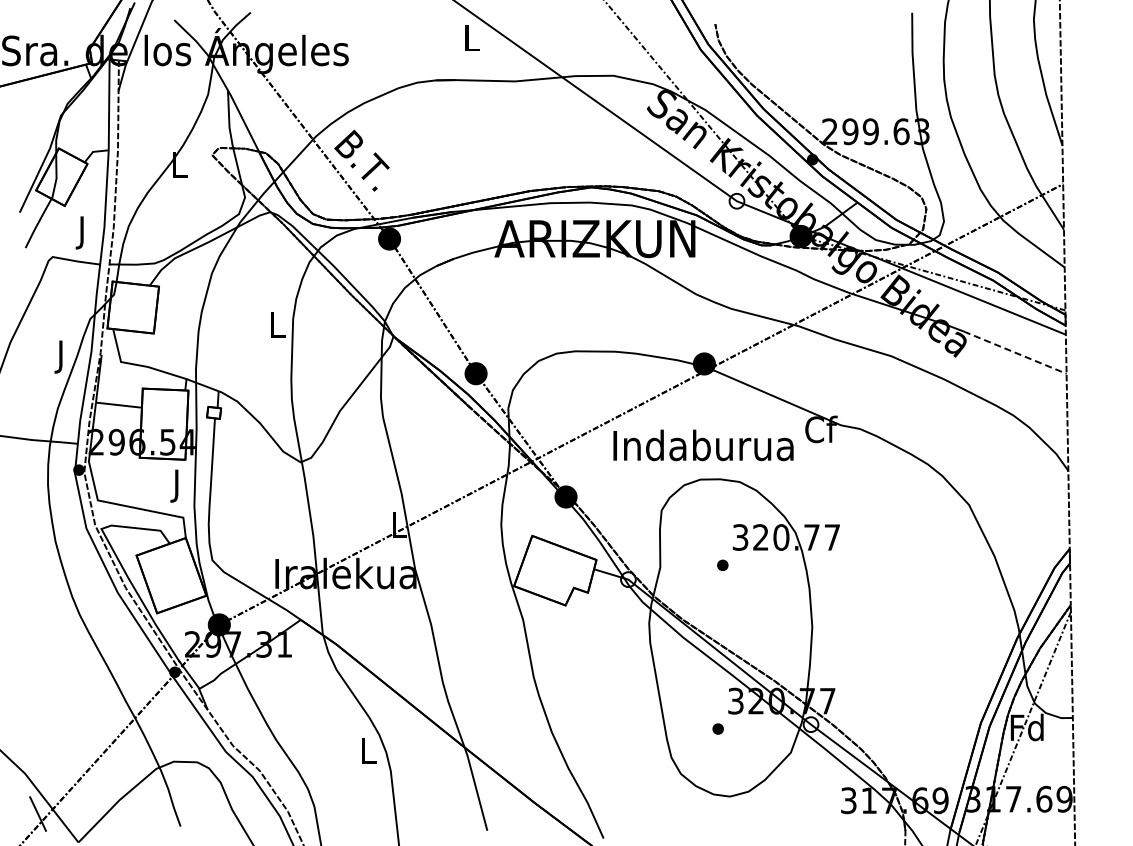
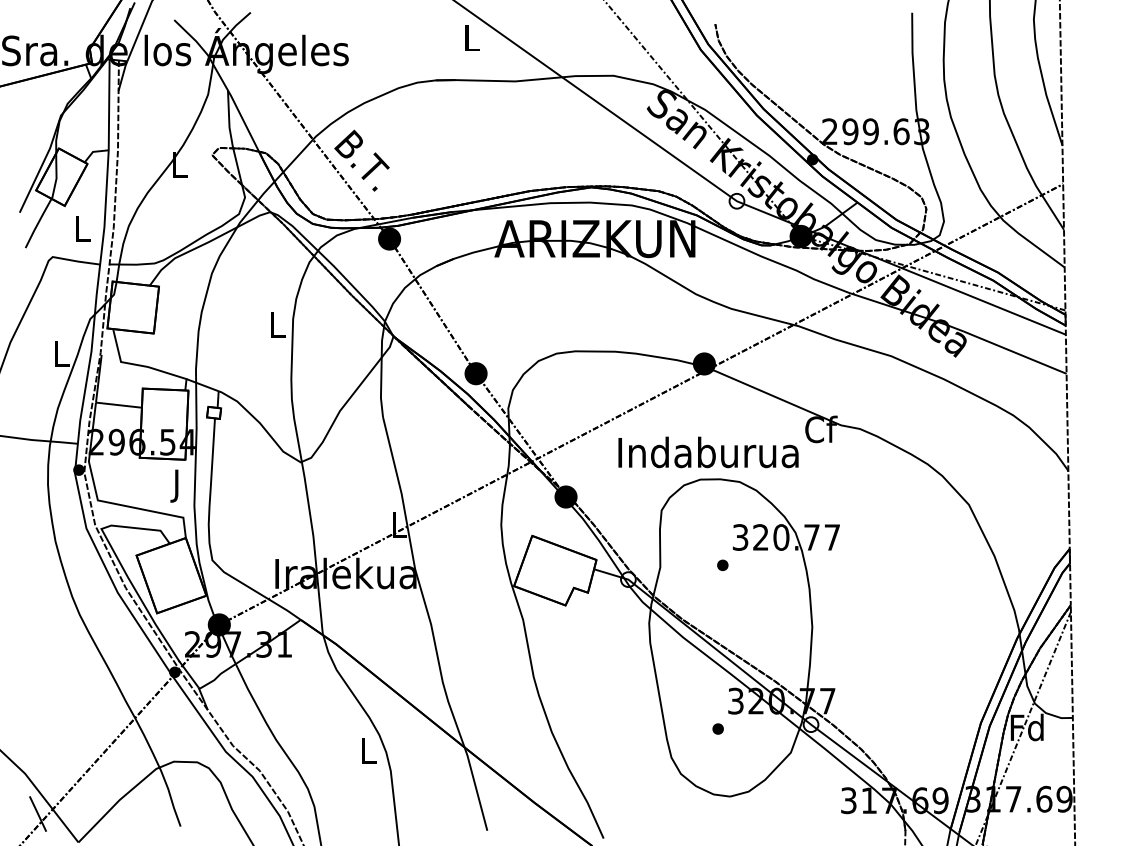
text at (82, 232): J -> L
line at (1015, 352): dashed -> solid
text at (61, 356): J -> L
text at (703, 445) position: (703, 445) -> (708, 452)
